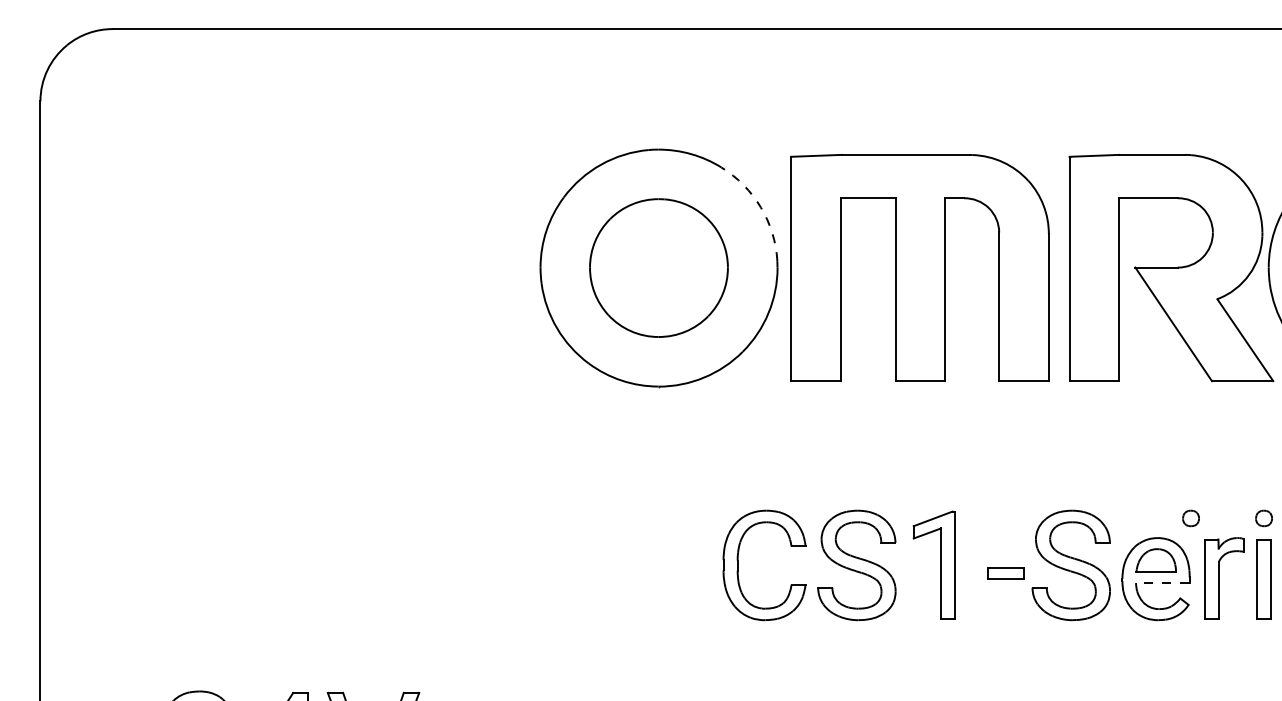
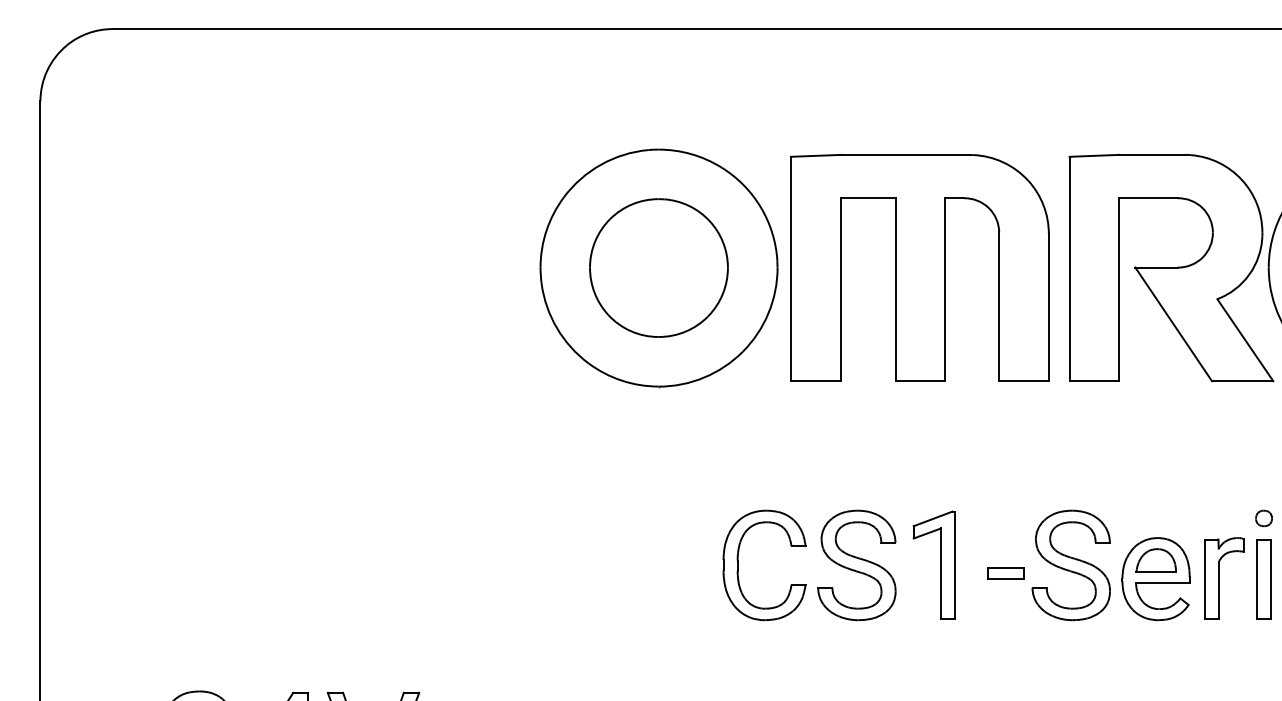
arc at (760, 207): dashed -> solid
part at (1190, 518): present -> none
line at (1162, 582): dashed -> solid
